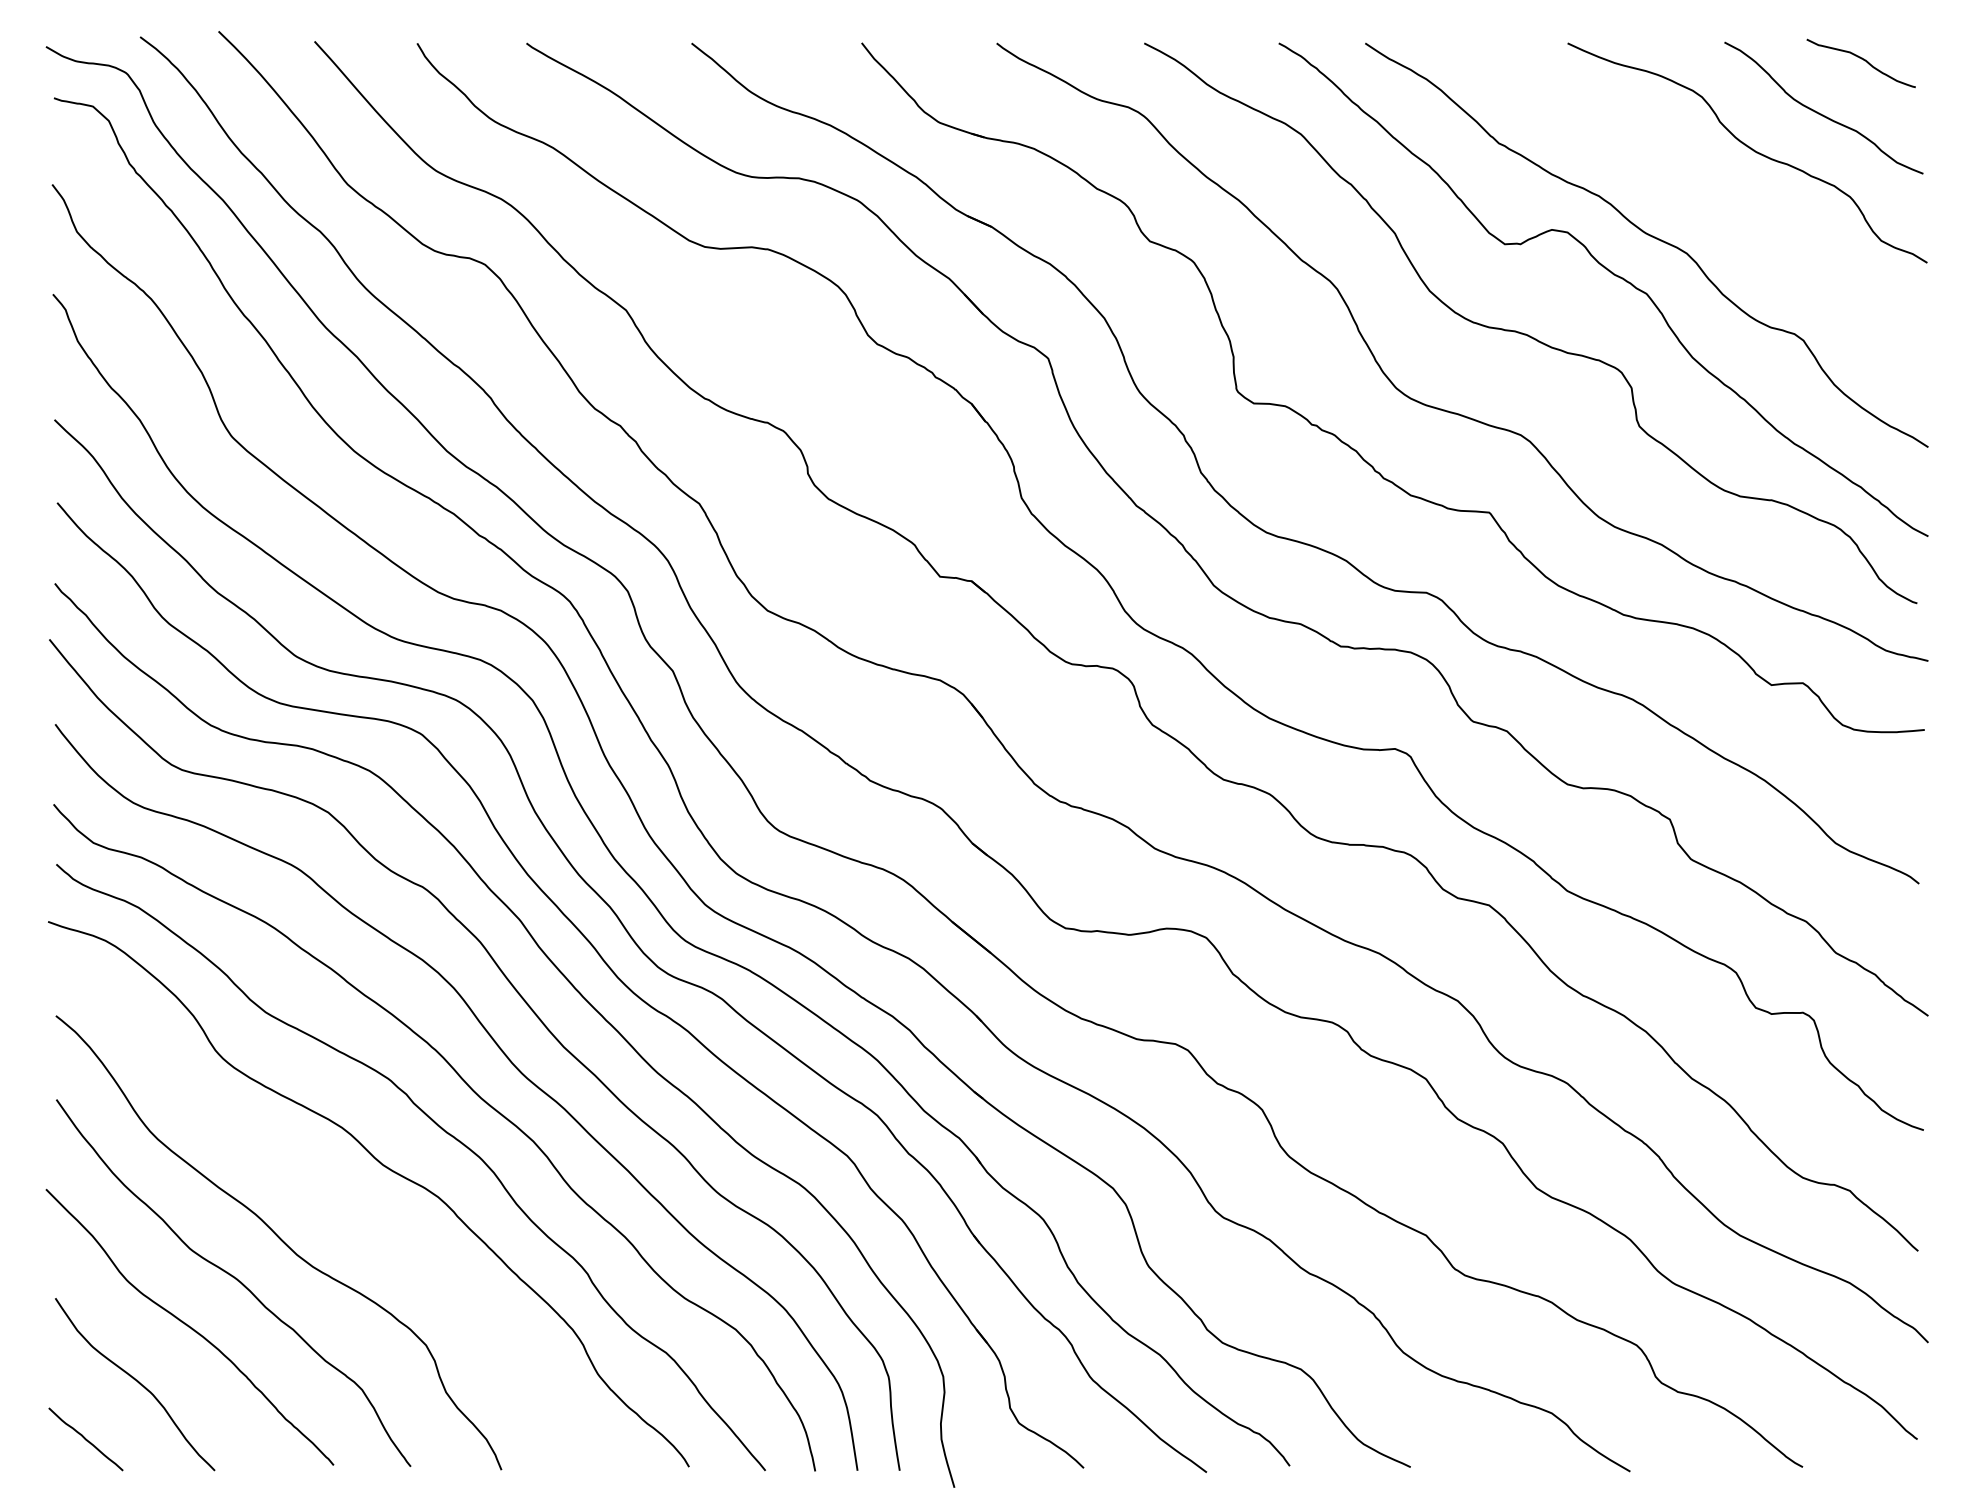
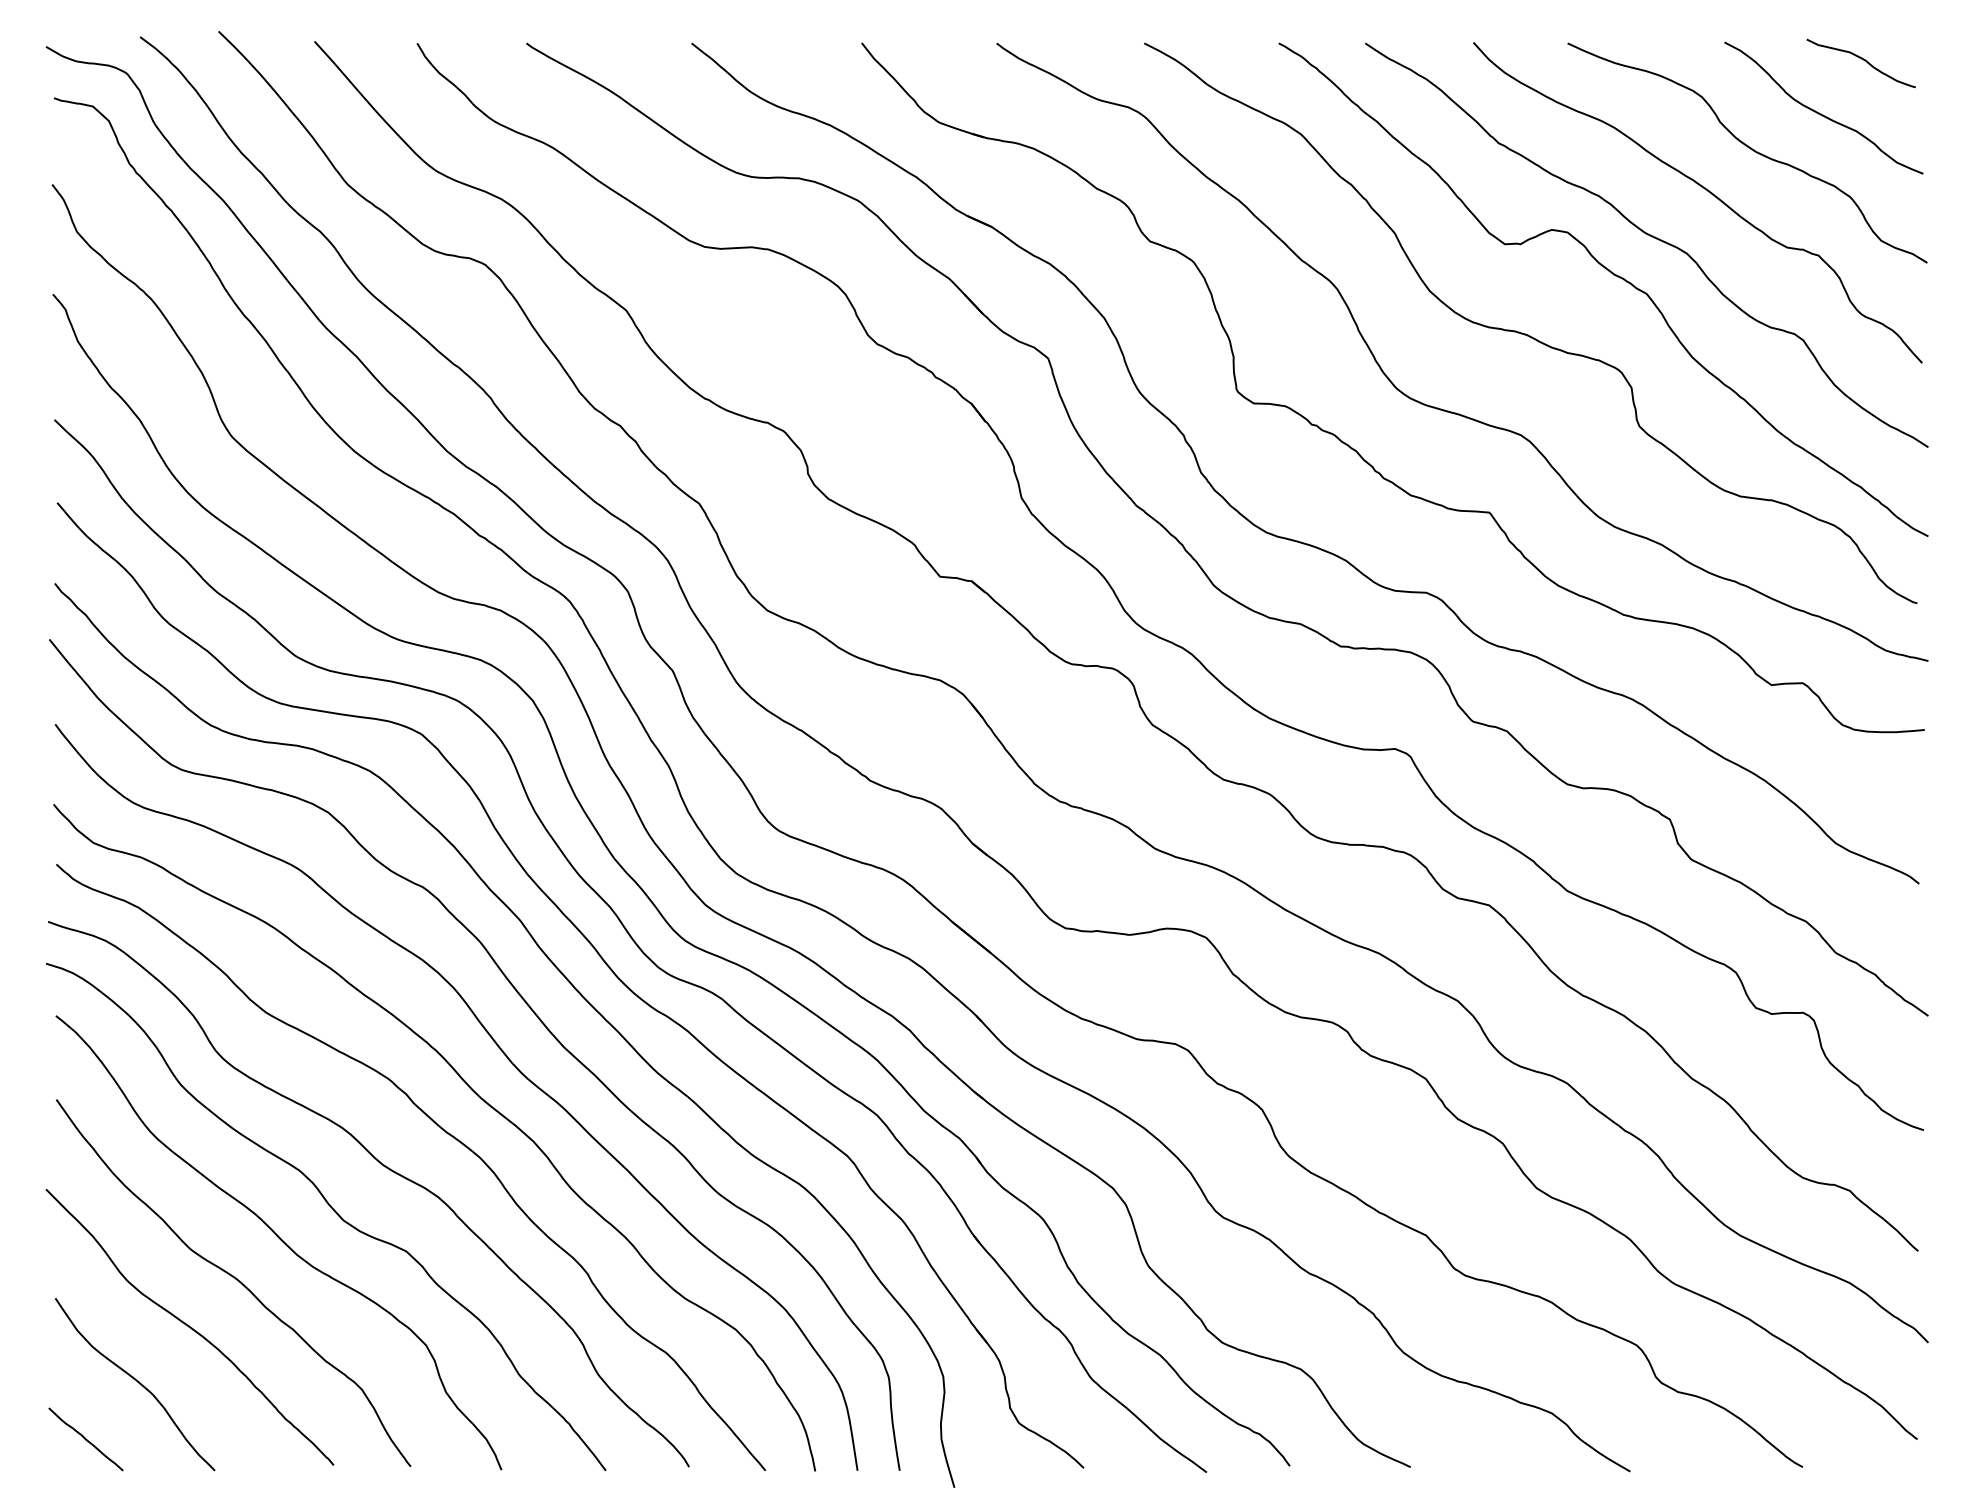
curve at (1704, 189): none -> present
curve at (334, 1212): none -> present
